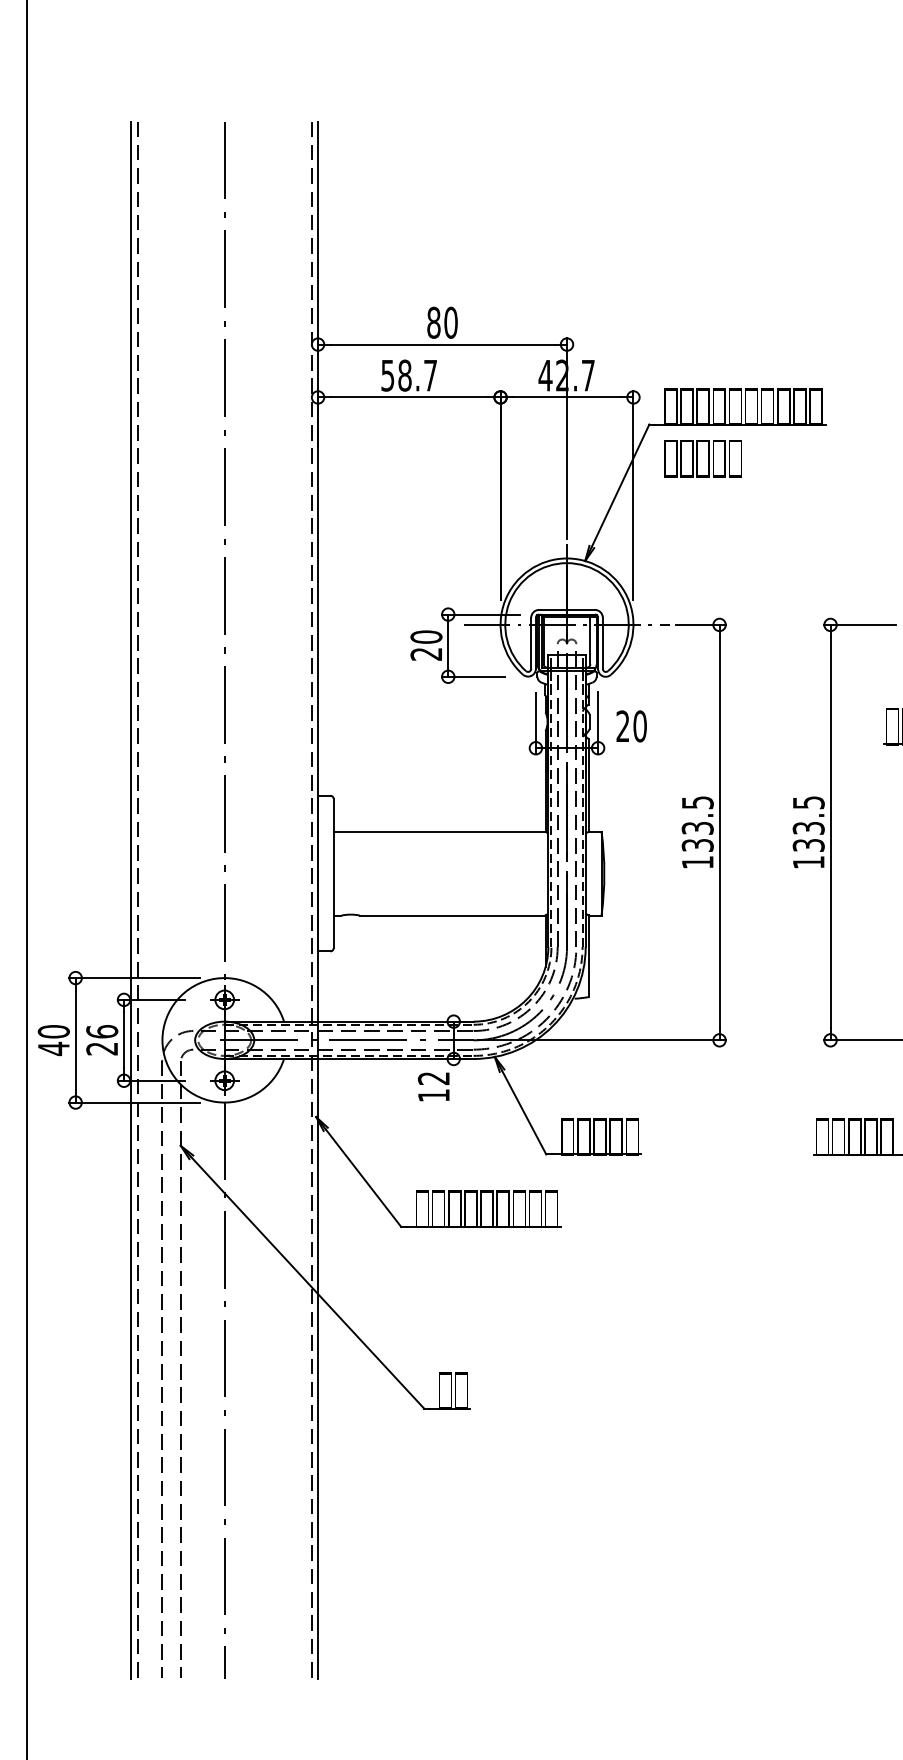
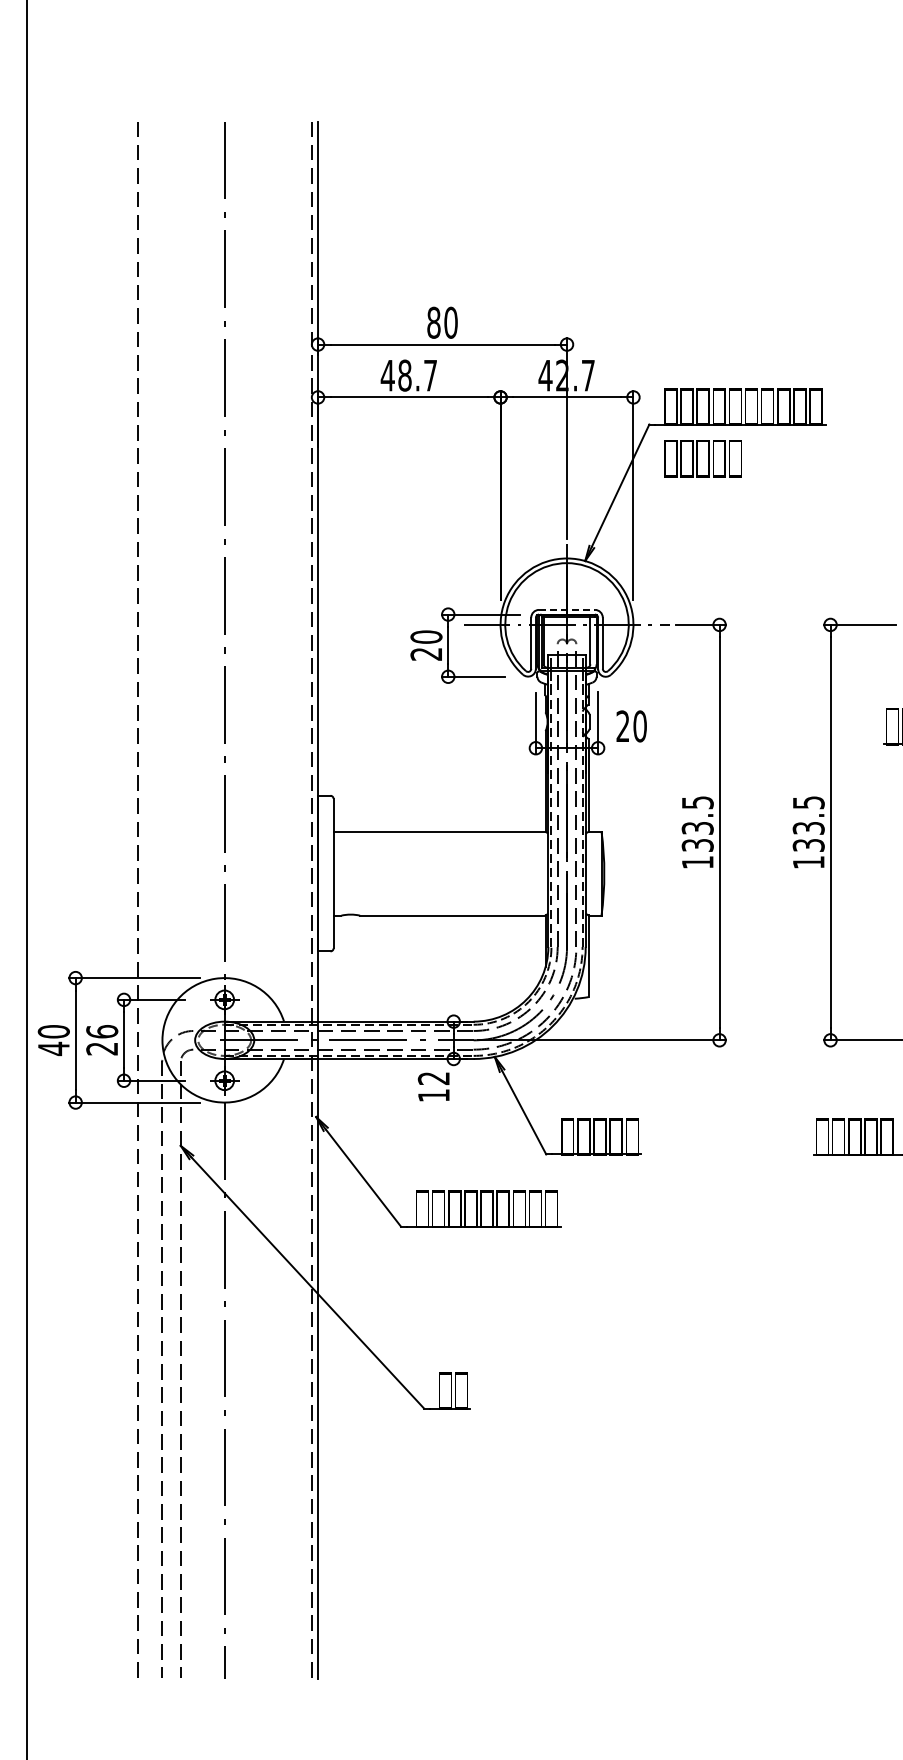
text at (387, 375): 58.7 -> 48.7
line at (567, 609): solid -> dashed
line at (131, 900): present -> none
